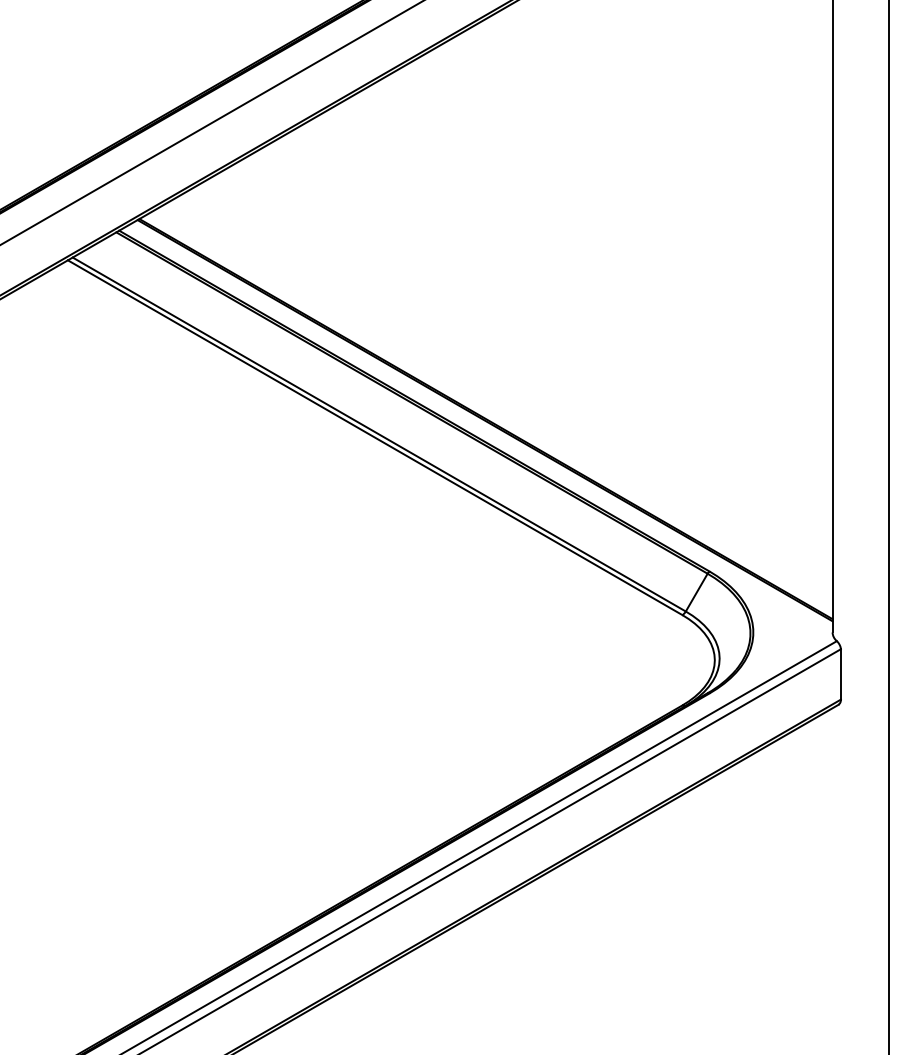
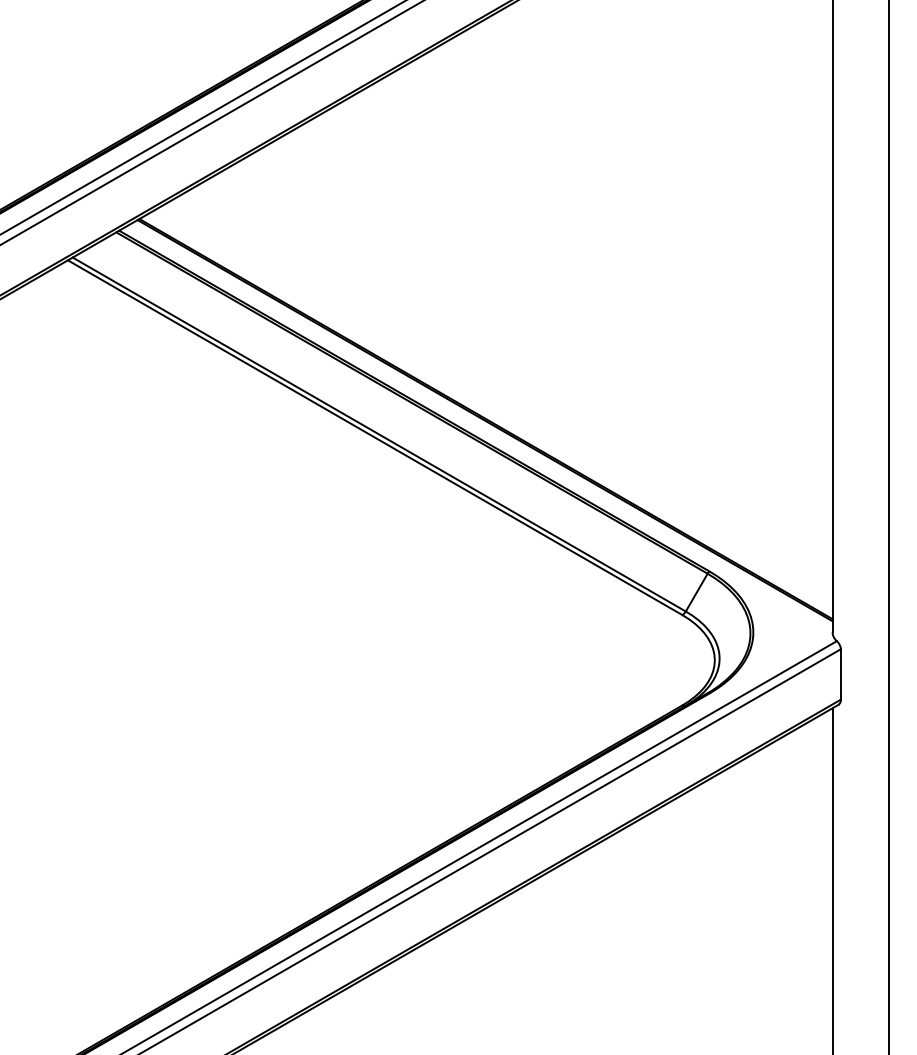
line at (202, 117): none -> present
line at (832, 879): none -> present
